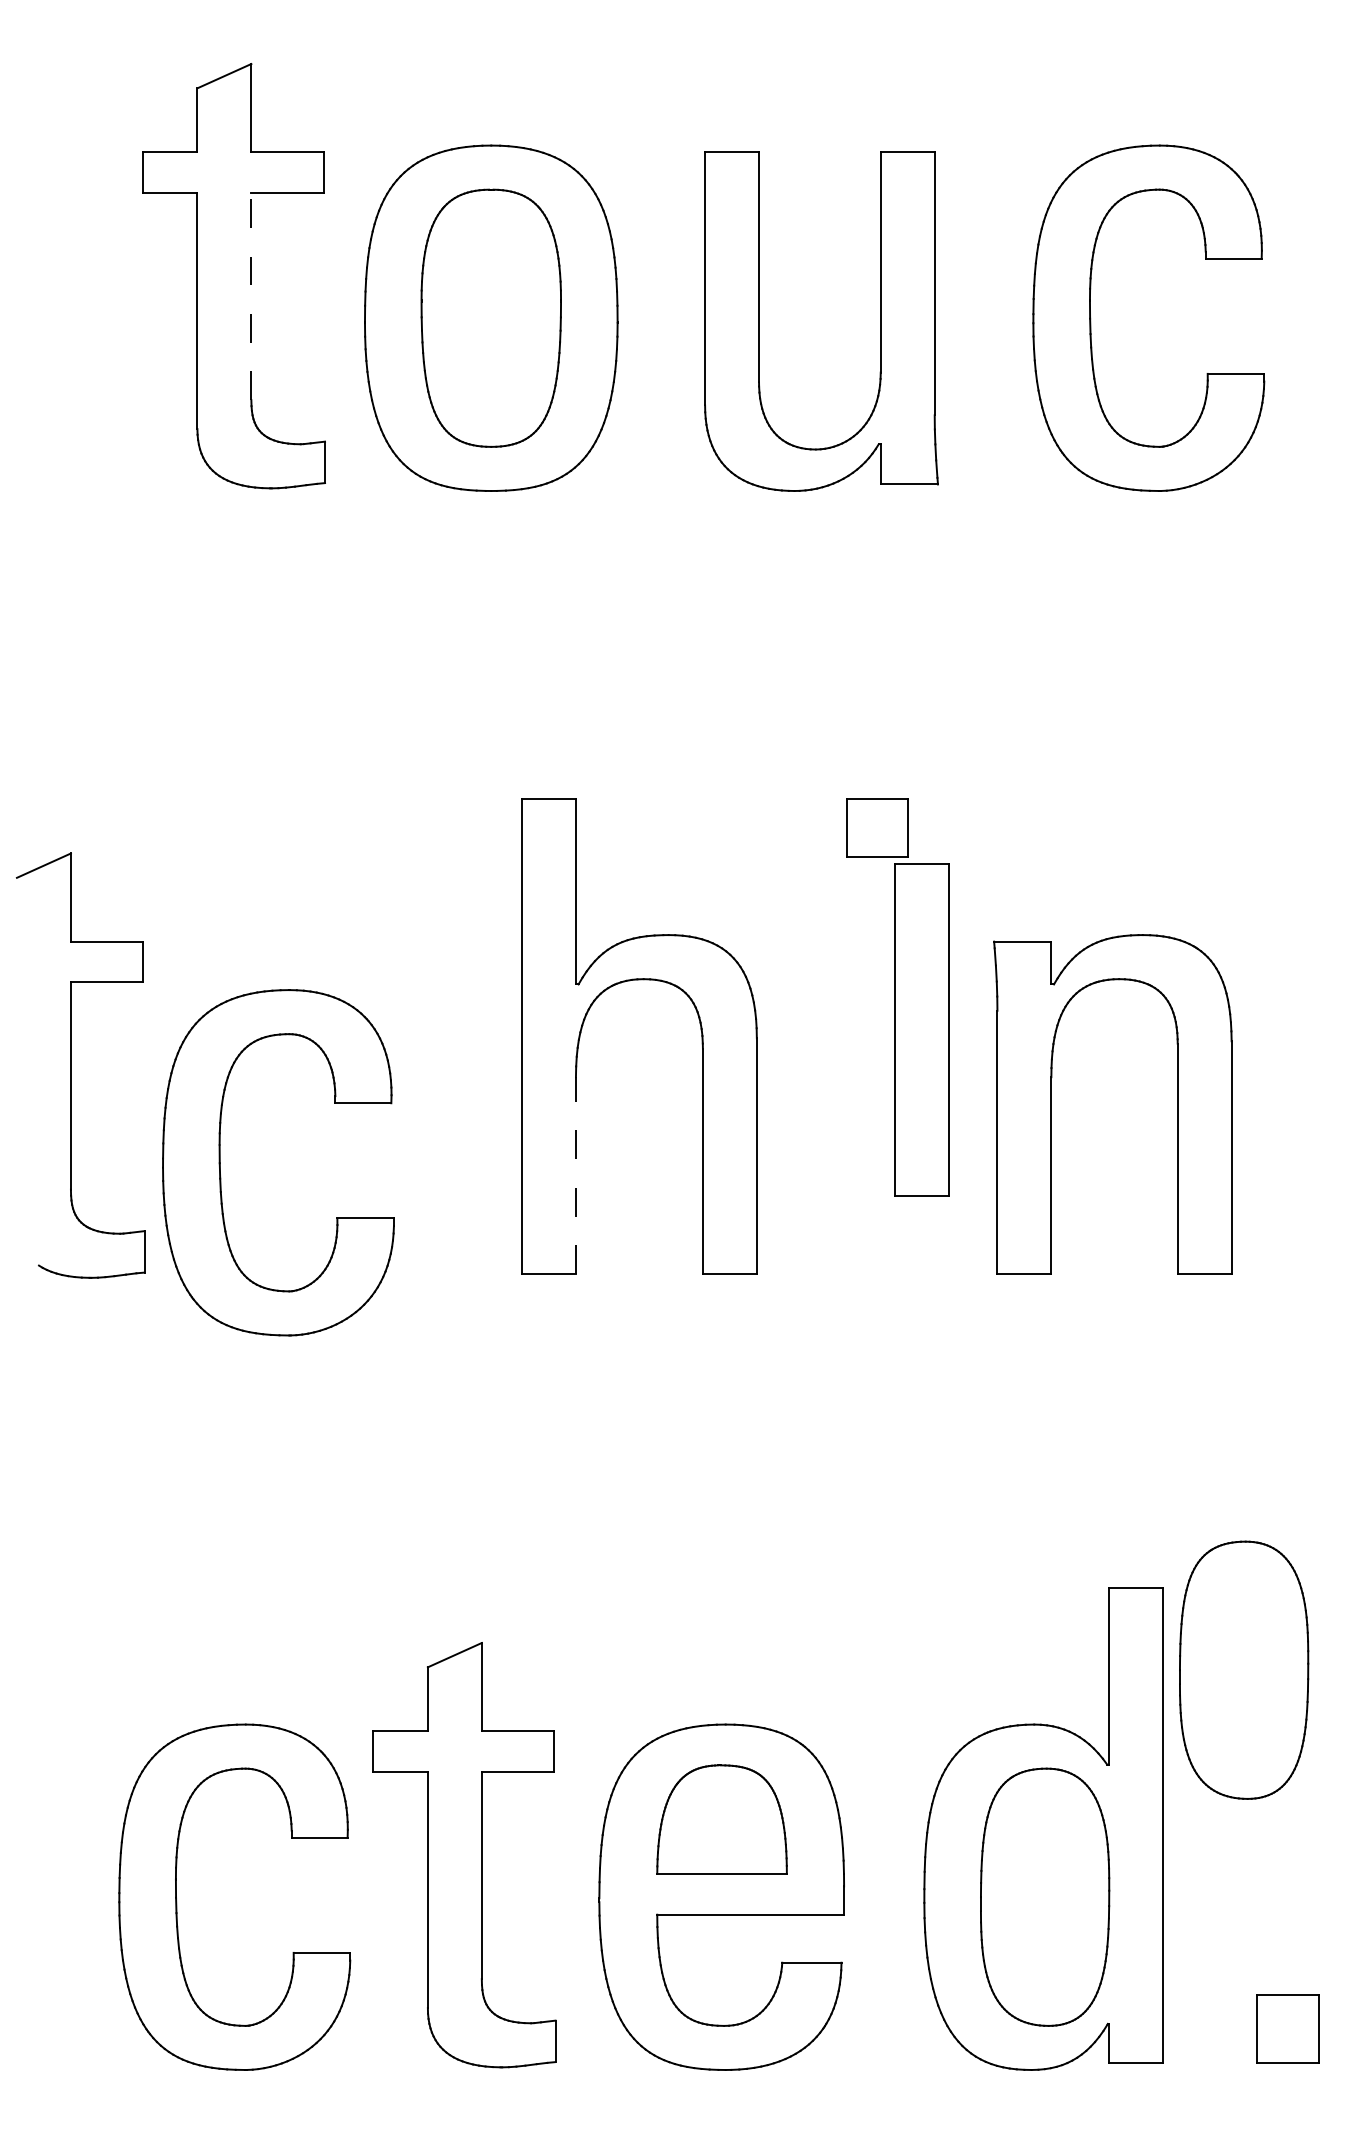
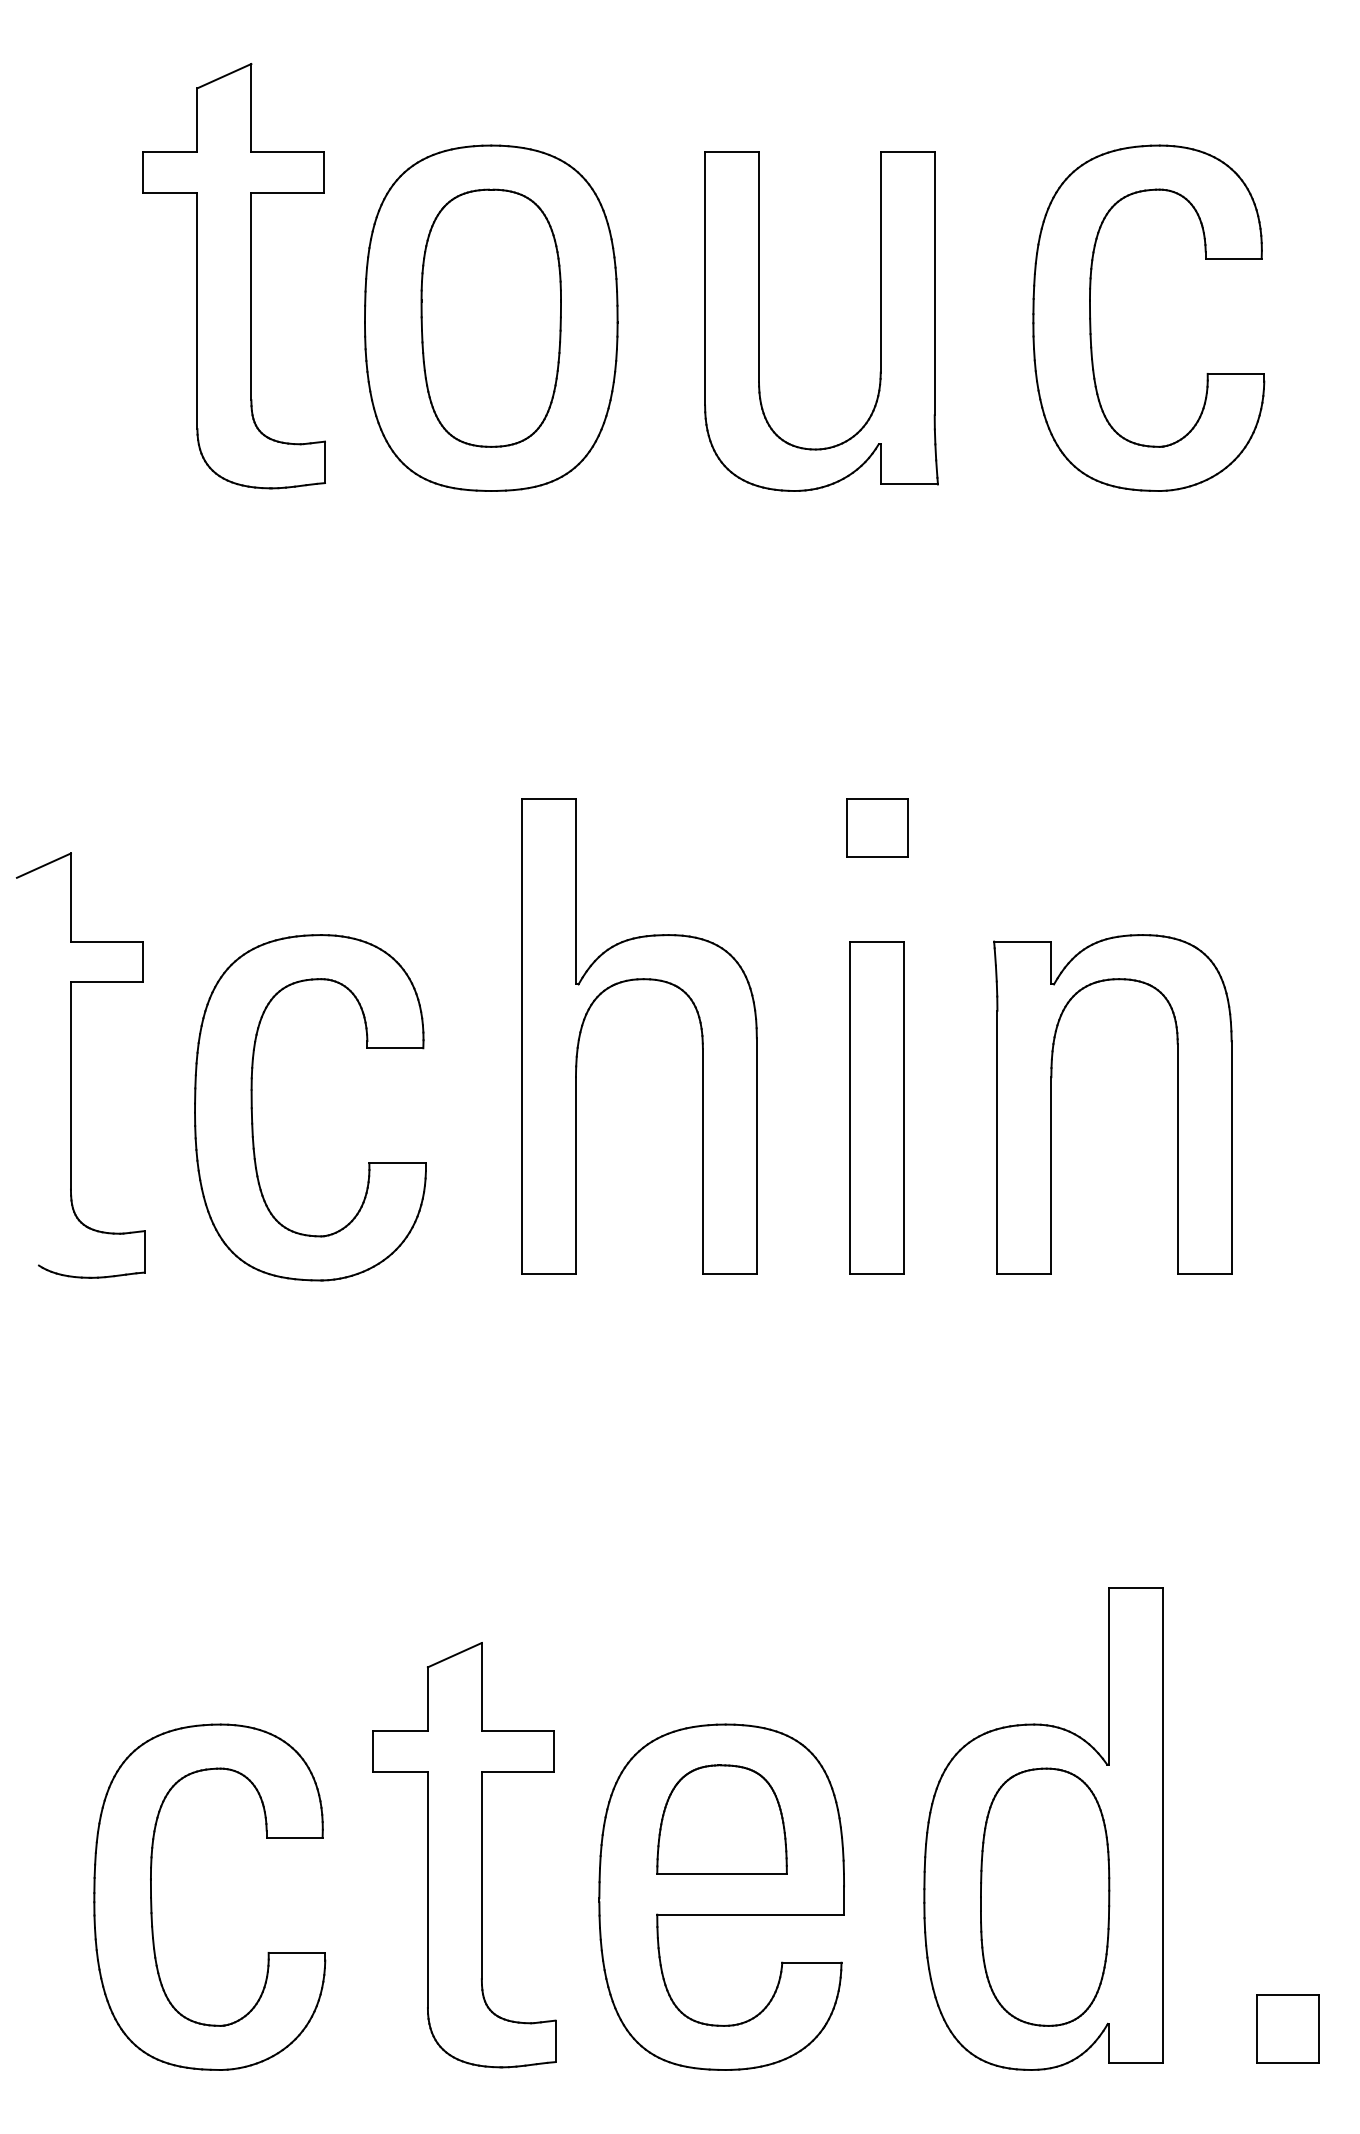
line at (251, 296): dashed -> solid
part at (921, 1029) position: (921, 1029) -> (876, 1107)
part at (220, 1162) position: (220, 1162) -> (252, 1107)
line at (575, 1175): dashed -> solid
part at (1244, 1669): present -> none
part at (177, 1901) position: (177, 1901) -> (152, 1901)
